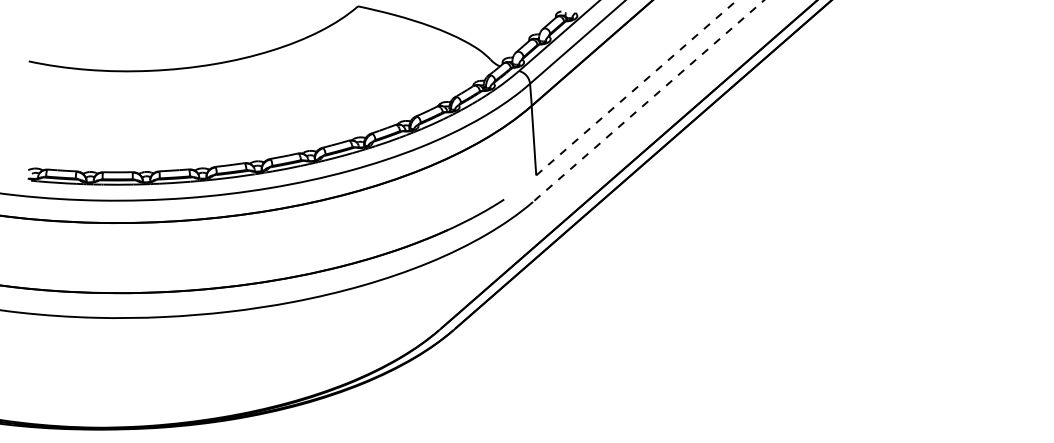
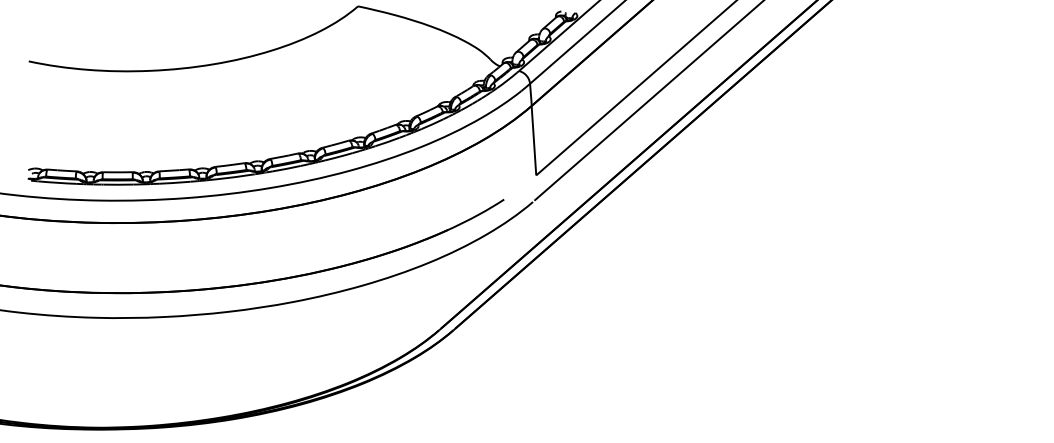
line at (636, 88): dashed -> solid
line at (649, 100): dashed -> solid
